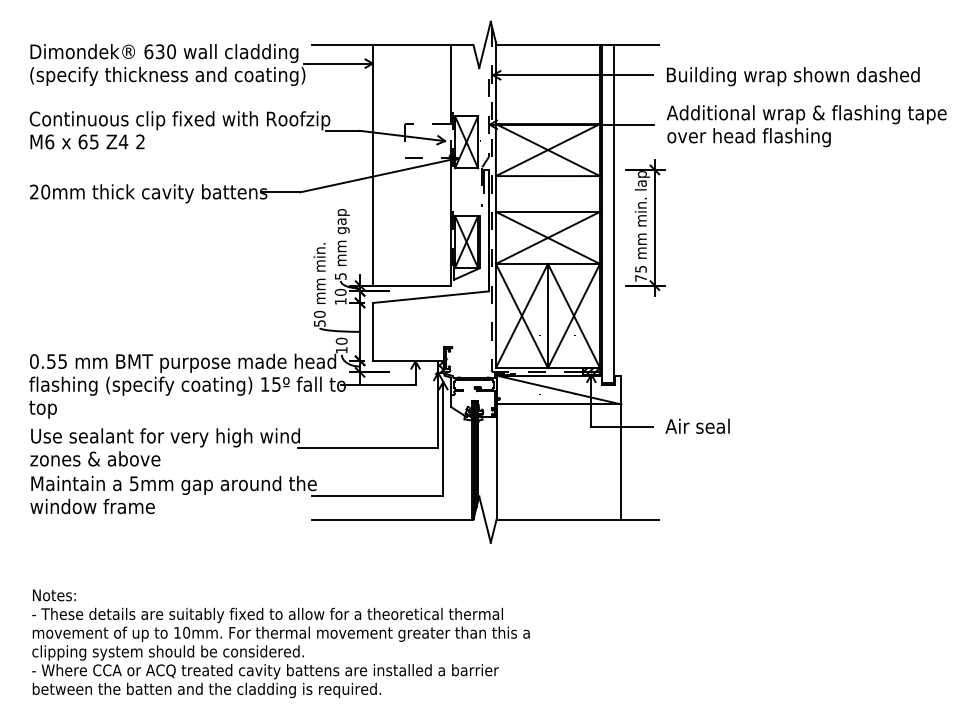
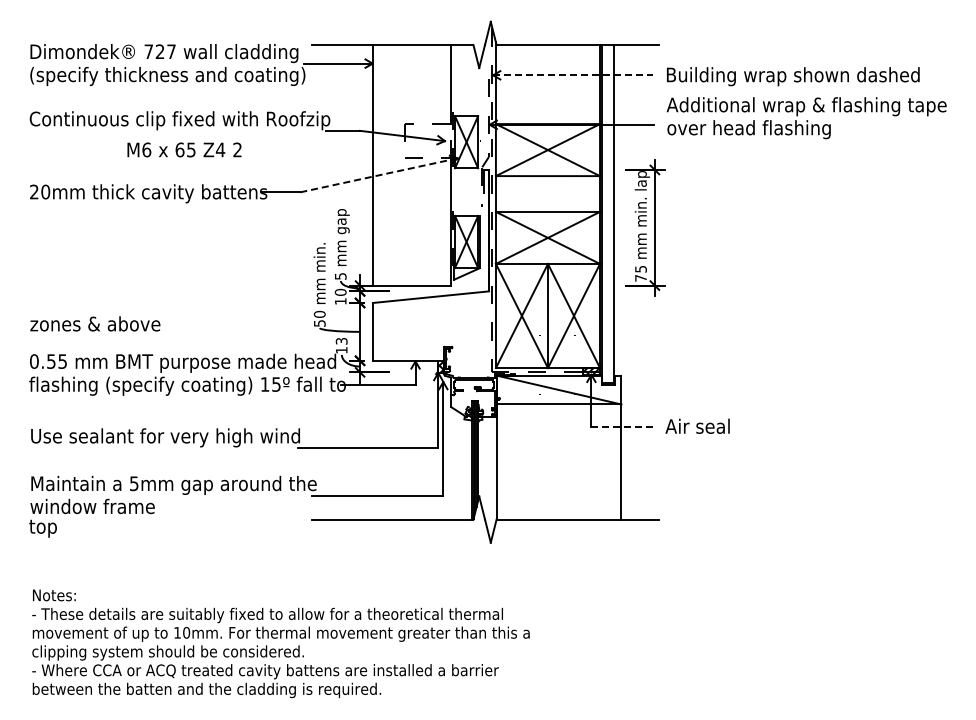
text at (159, 51): 630 -> 727
line at (573, 75): solid -> dashed
text at (806, 126) position: (806, 126) -> (806, 118)
text at (87, 141) position: (87, 141) -> (184, 149)
line at (378, 175): solid -> dashed
text at (341, 340): 10 -> 13
text at (42, 409) position: (42, 409) -> (42, 528)
line at (622, 426): solid -> dashed
text at (95, 458) position: (95, 458) -> (95, 323)
